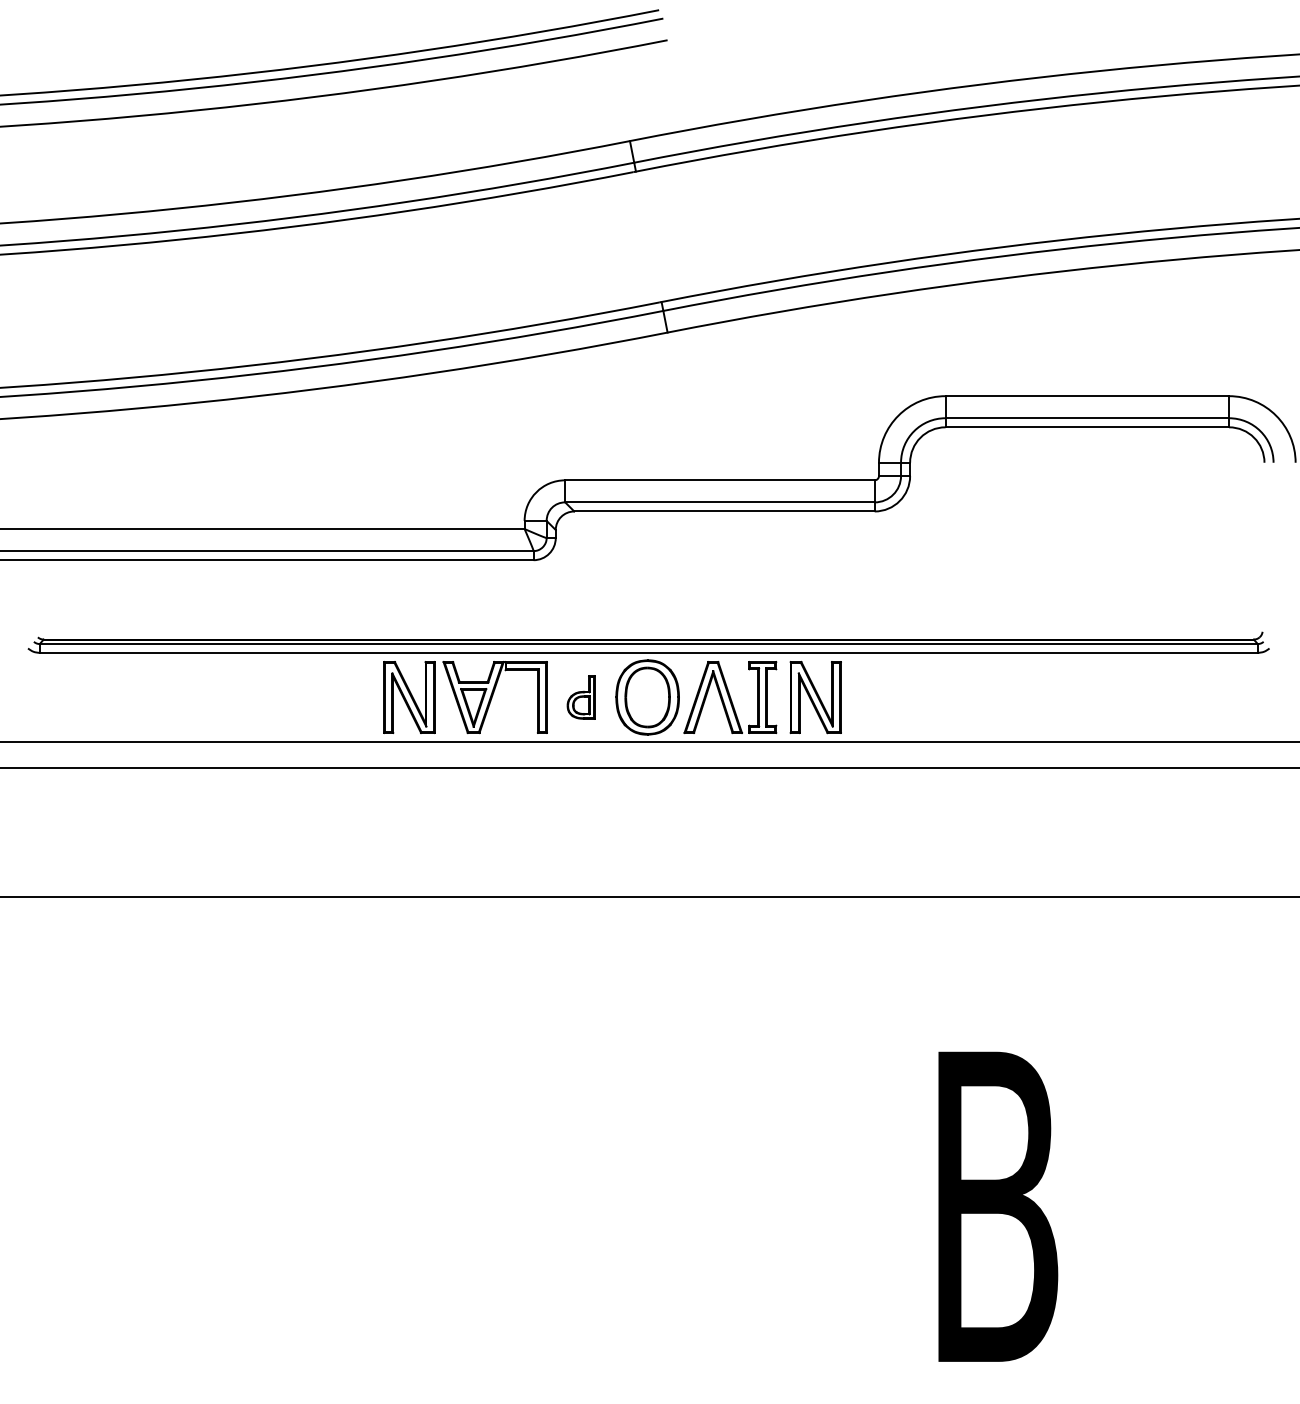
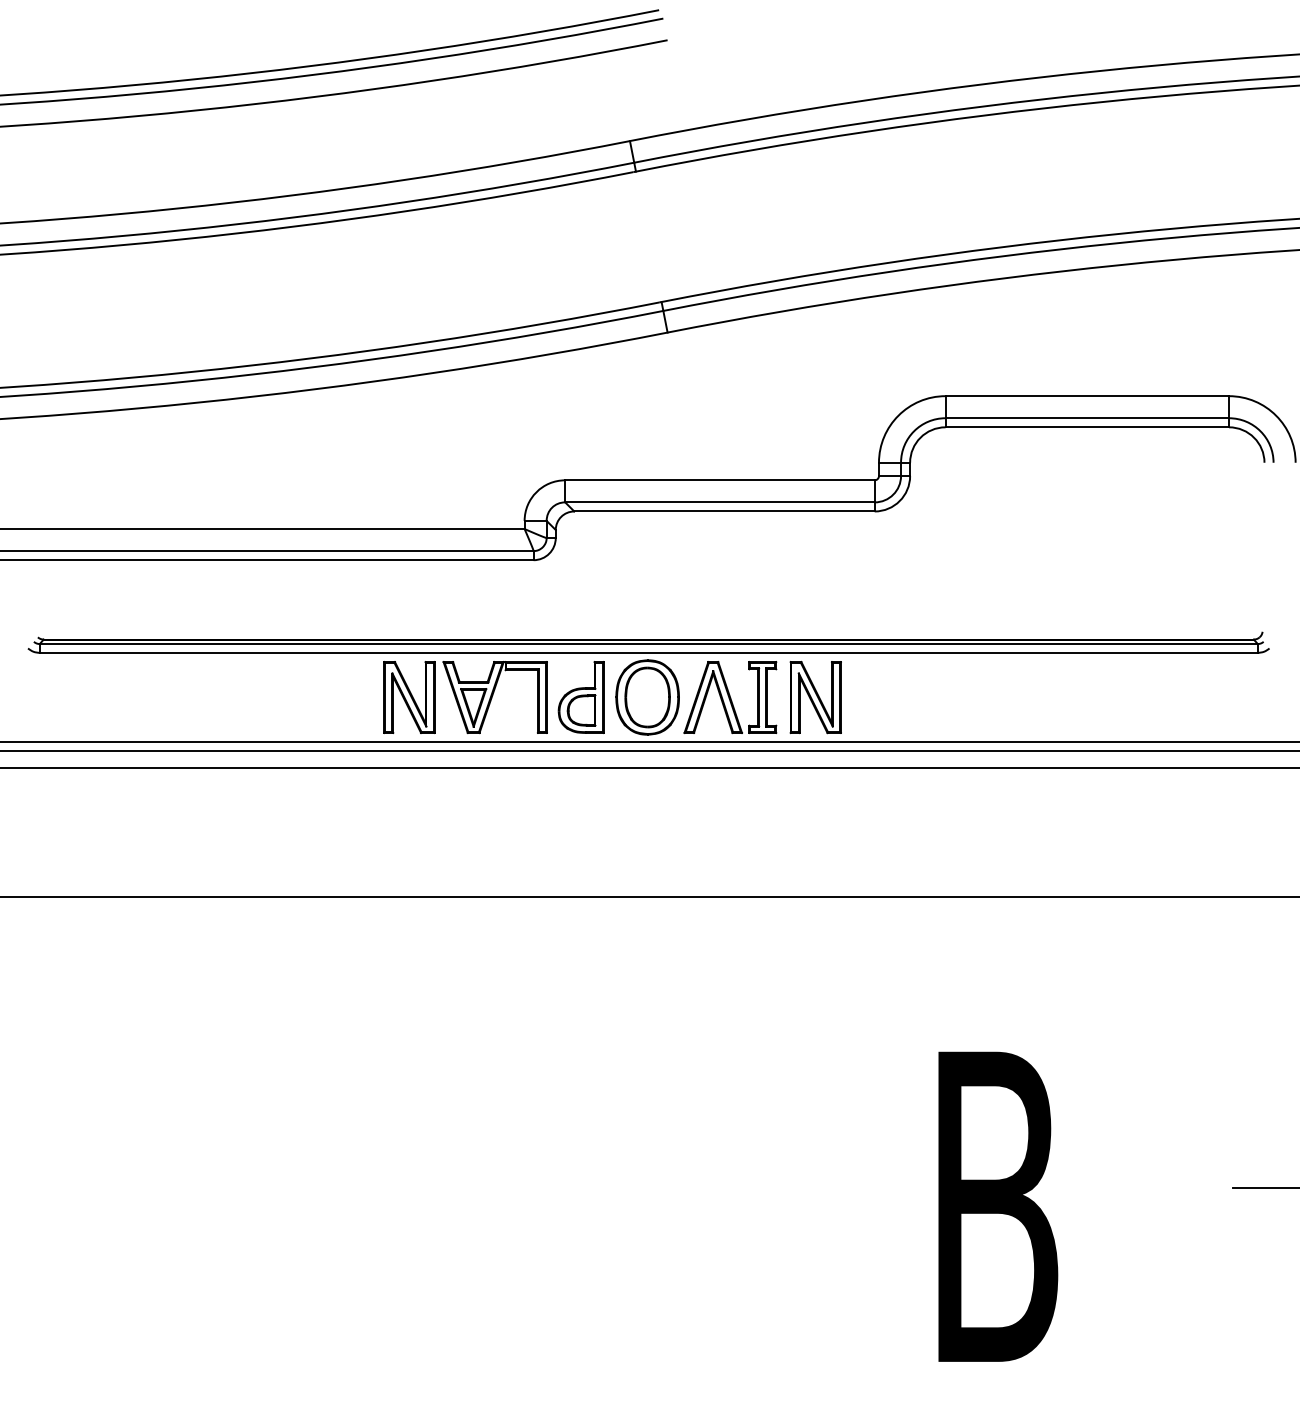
part at (580, 697) size: 30x45 px -> 48x73 px
line at (649, 751): none -> present
line at (1264, 1188): none -> present
